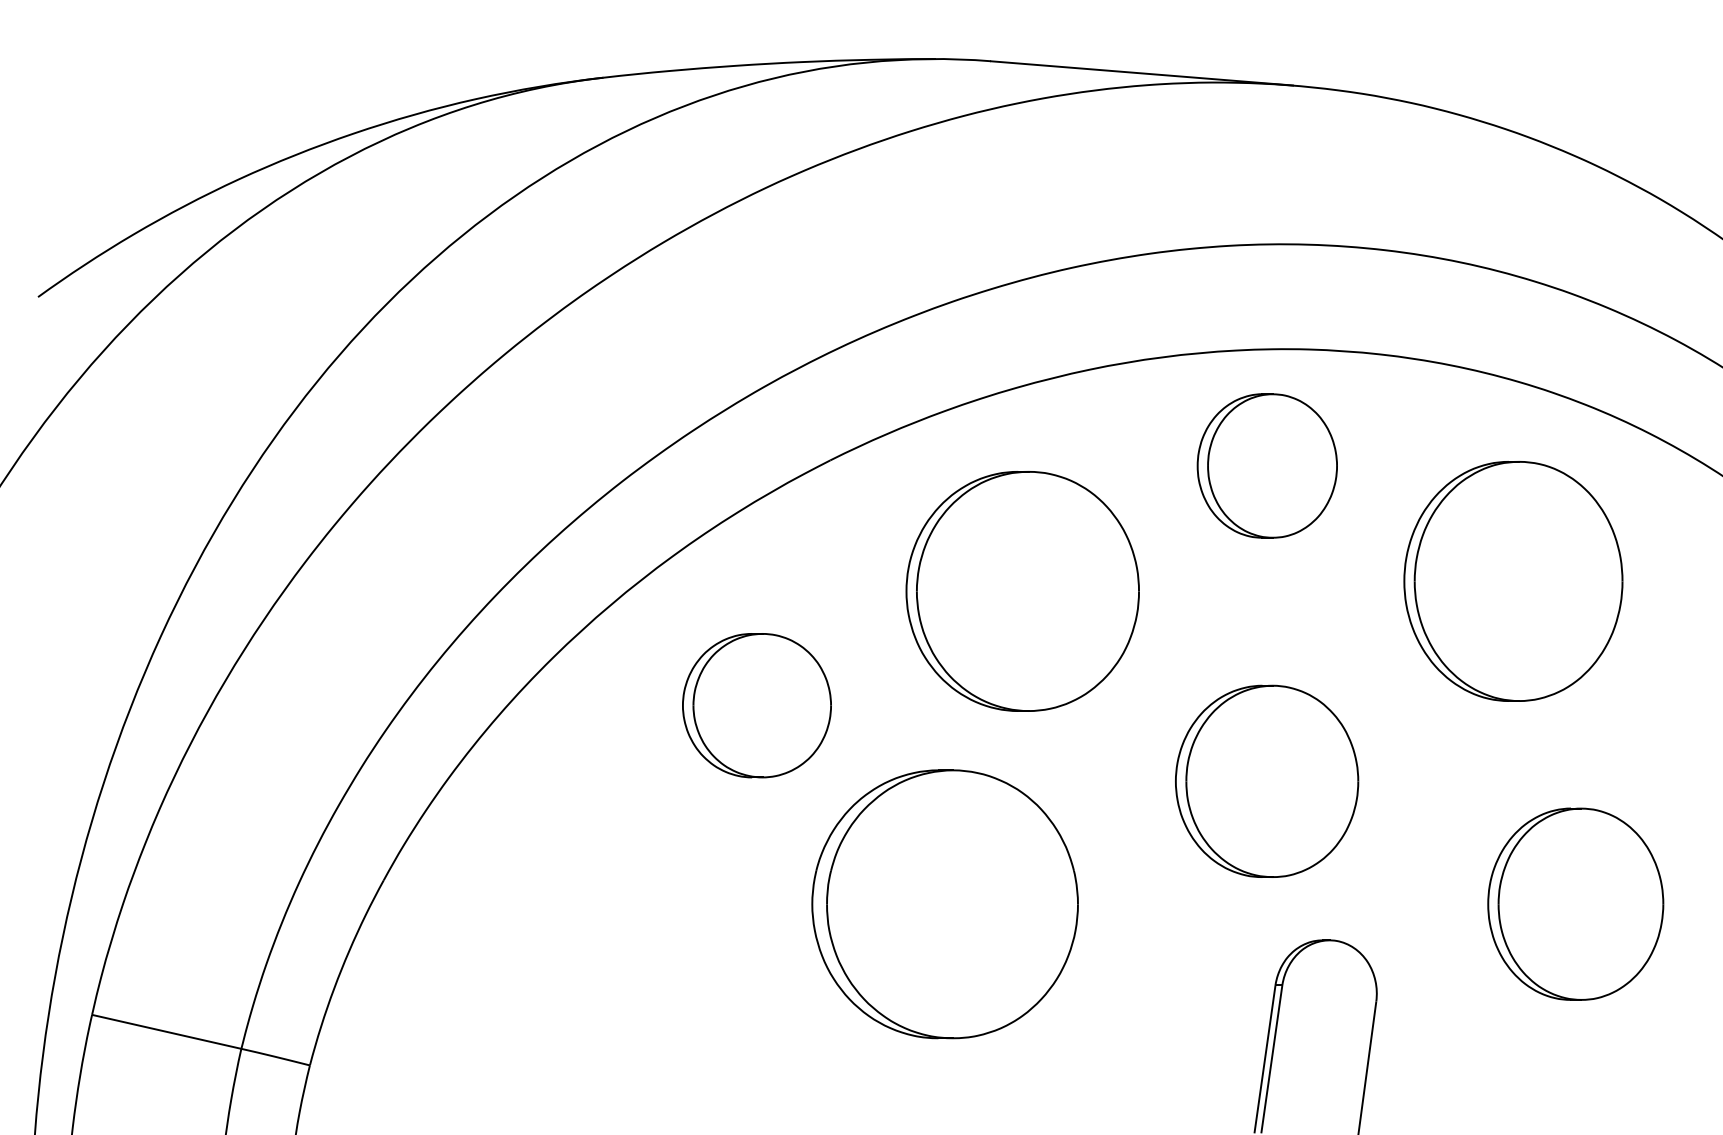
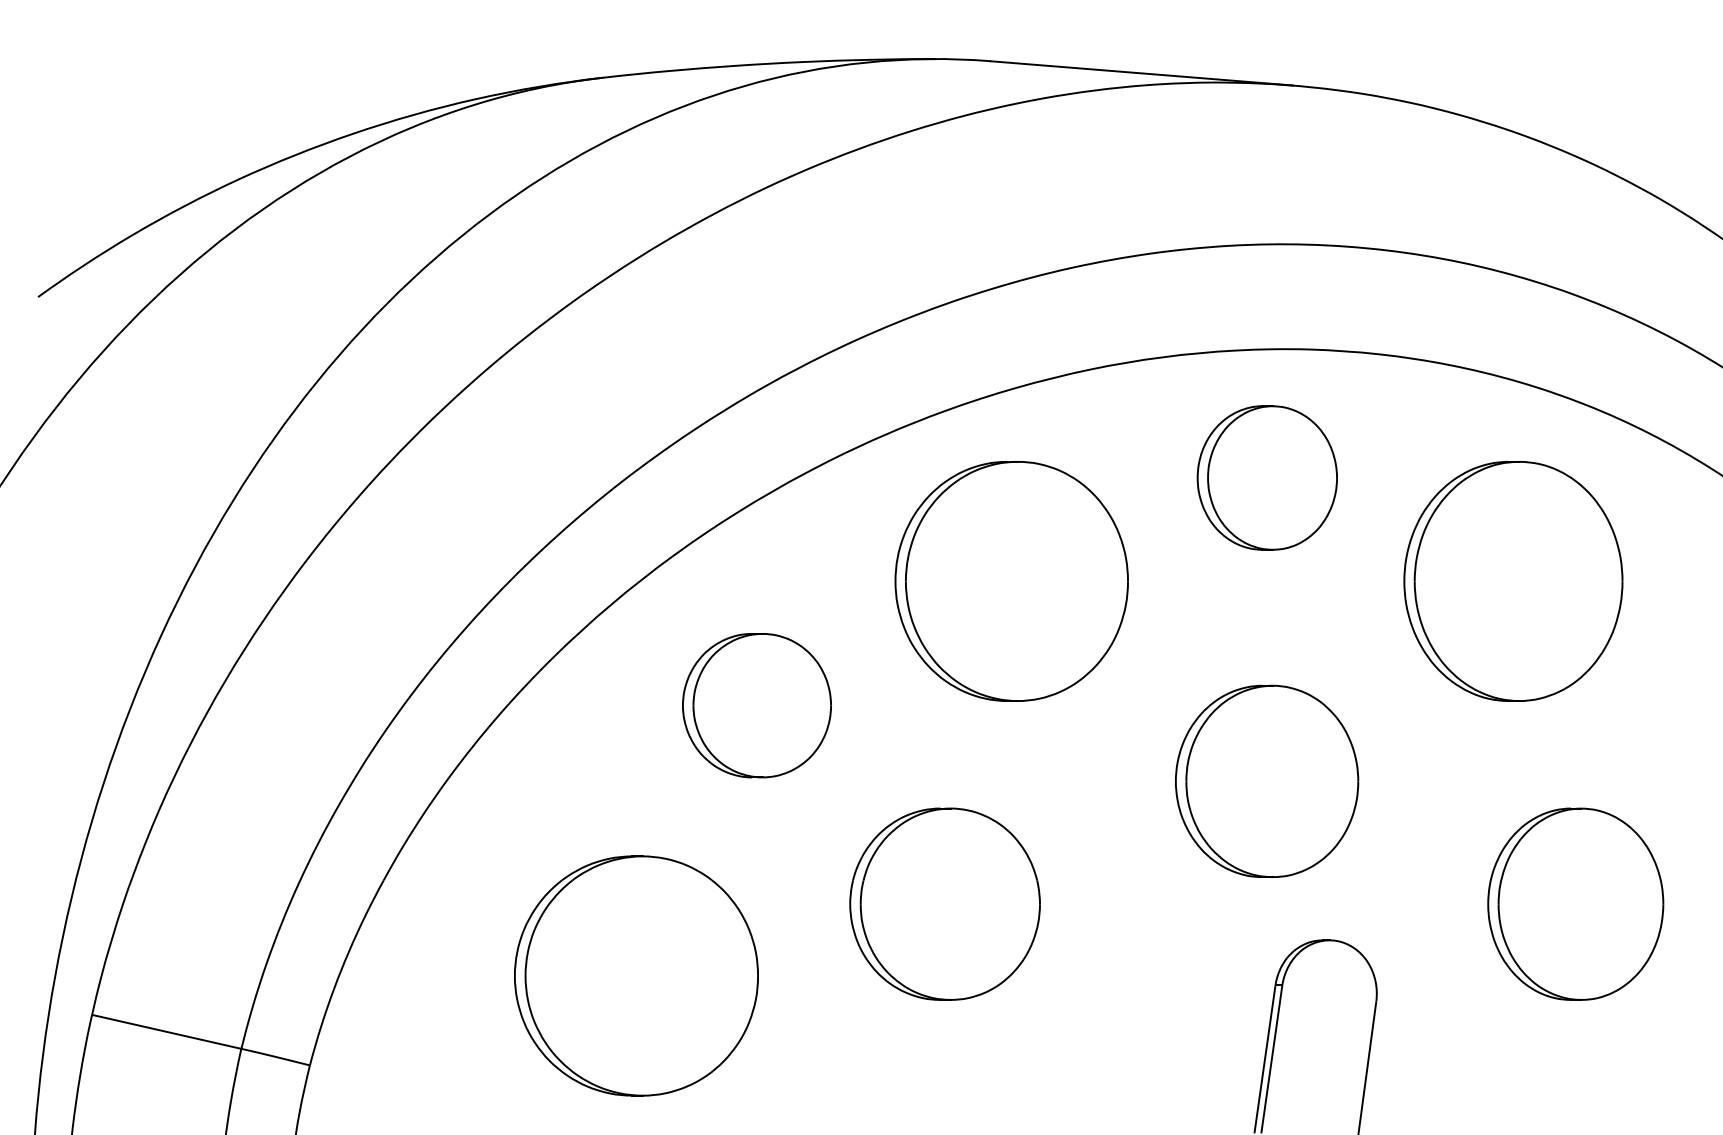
part at (1266, 465) position: (1266, 465) -> (1266, 477)
part at (1022, 591) position: (1022, 591) -> (1011, 581)
part at (944, 904) size: 268x271 px -> 192x194 px
part at (636, 975): none -> present
